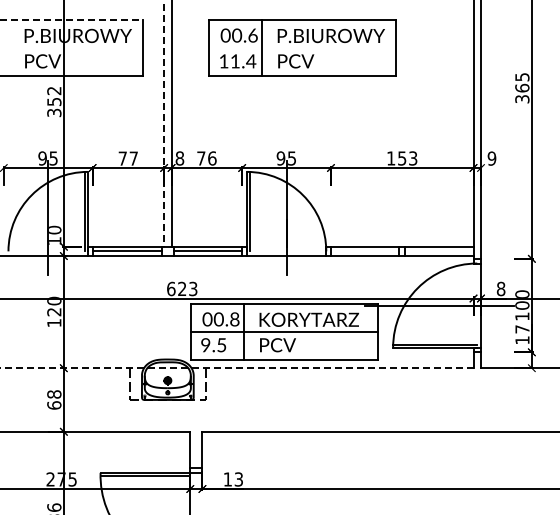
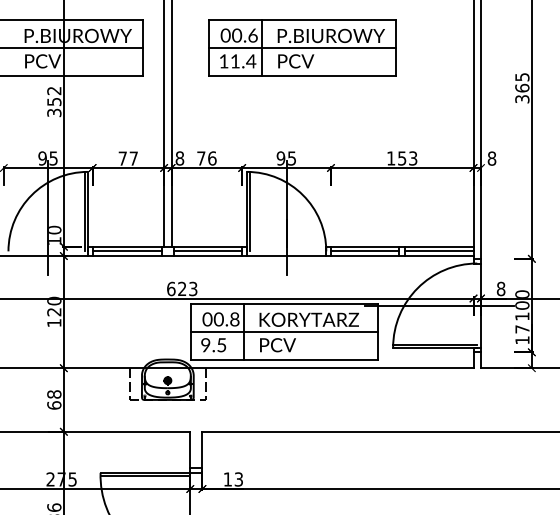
line at (72, 20): dashed -> solid
line at (72, 48): none -> present
line at (302, 48): none -> present
line at (164, 123): dashed -> solid
text at (491, 158): 9 -> 8
line at (364, 251): none -> present
line at (439, 251): none -> present
line at (236, 368): dashed -> solid
